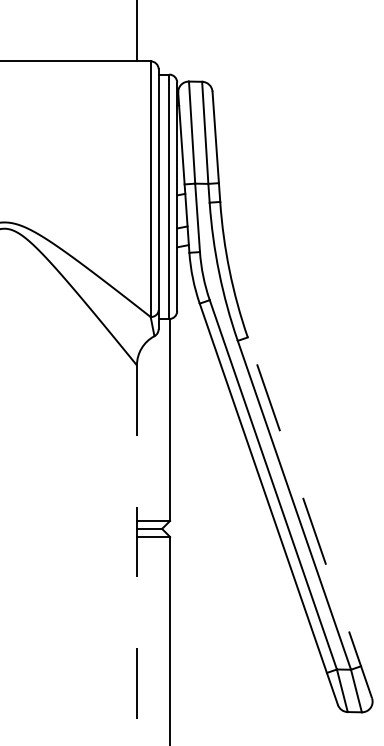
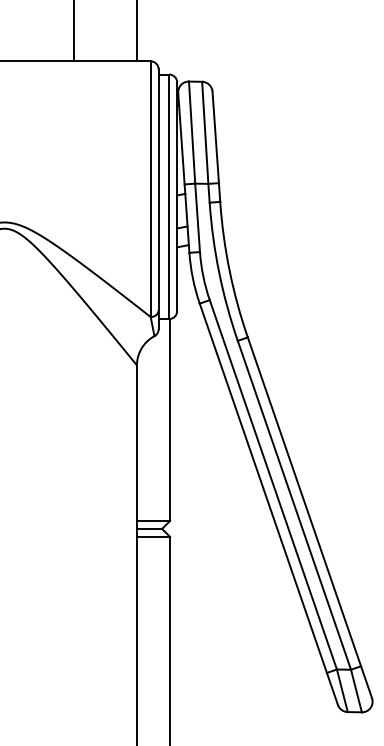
line at (74, 31): none -> present
line at (309, 517): dashed -> solid
line at (136, 555): dashed -> solid
